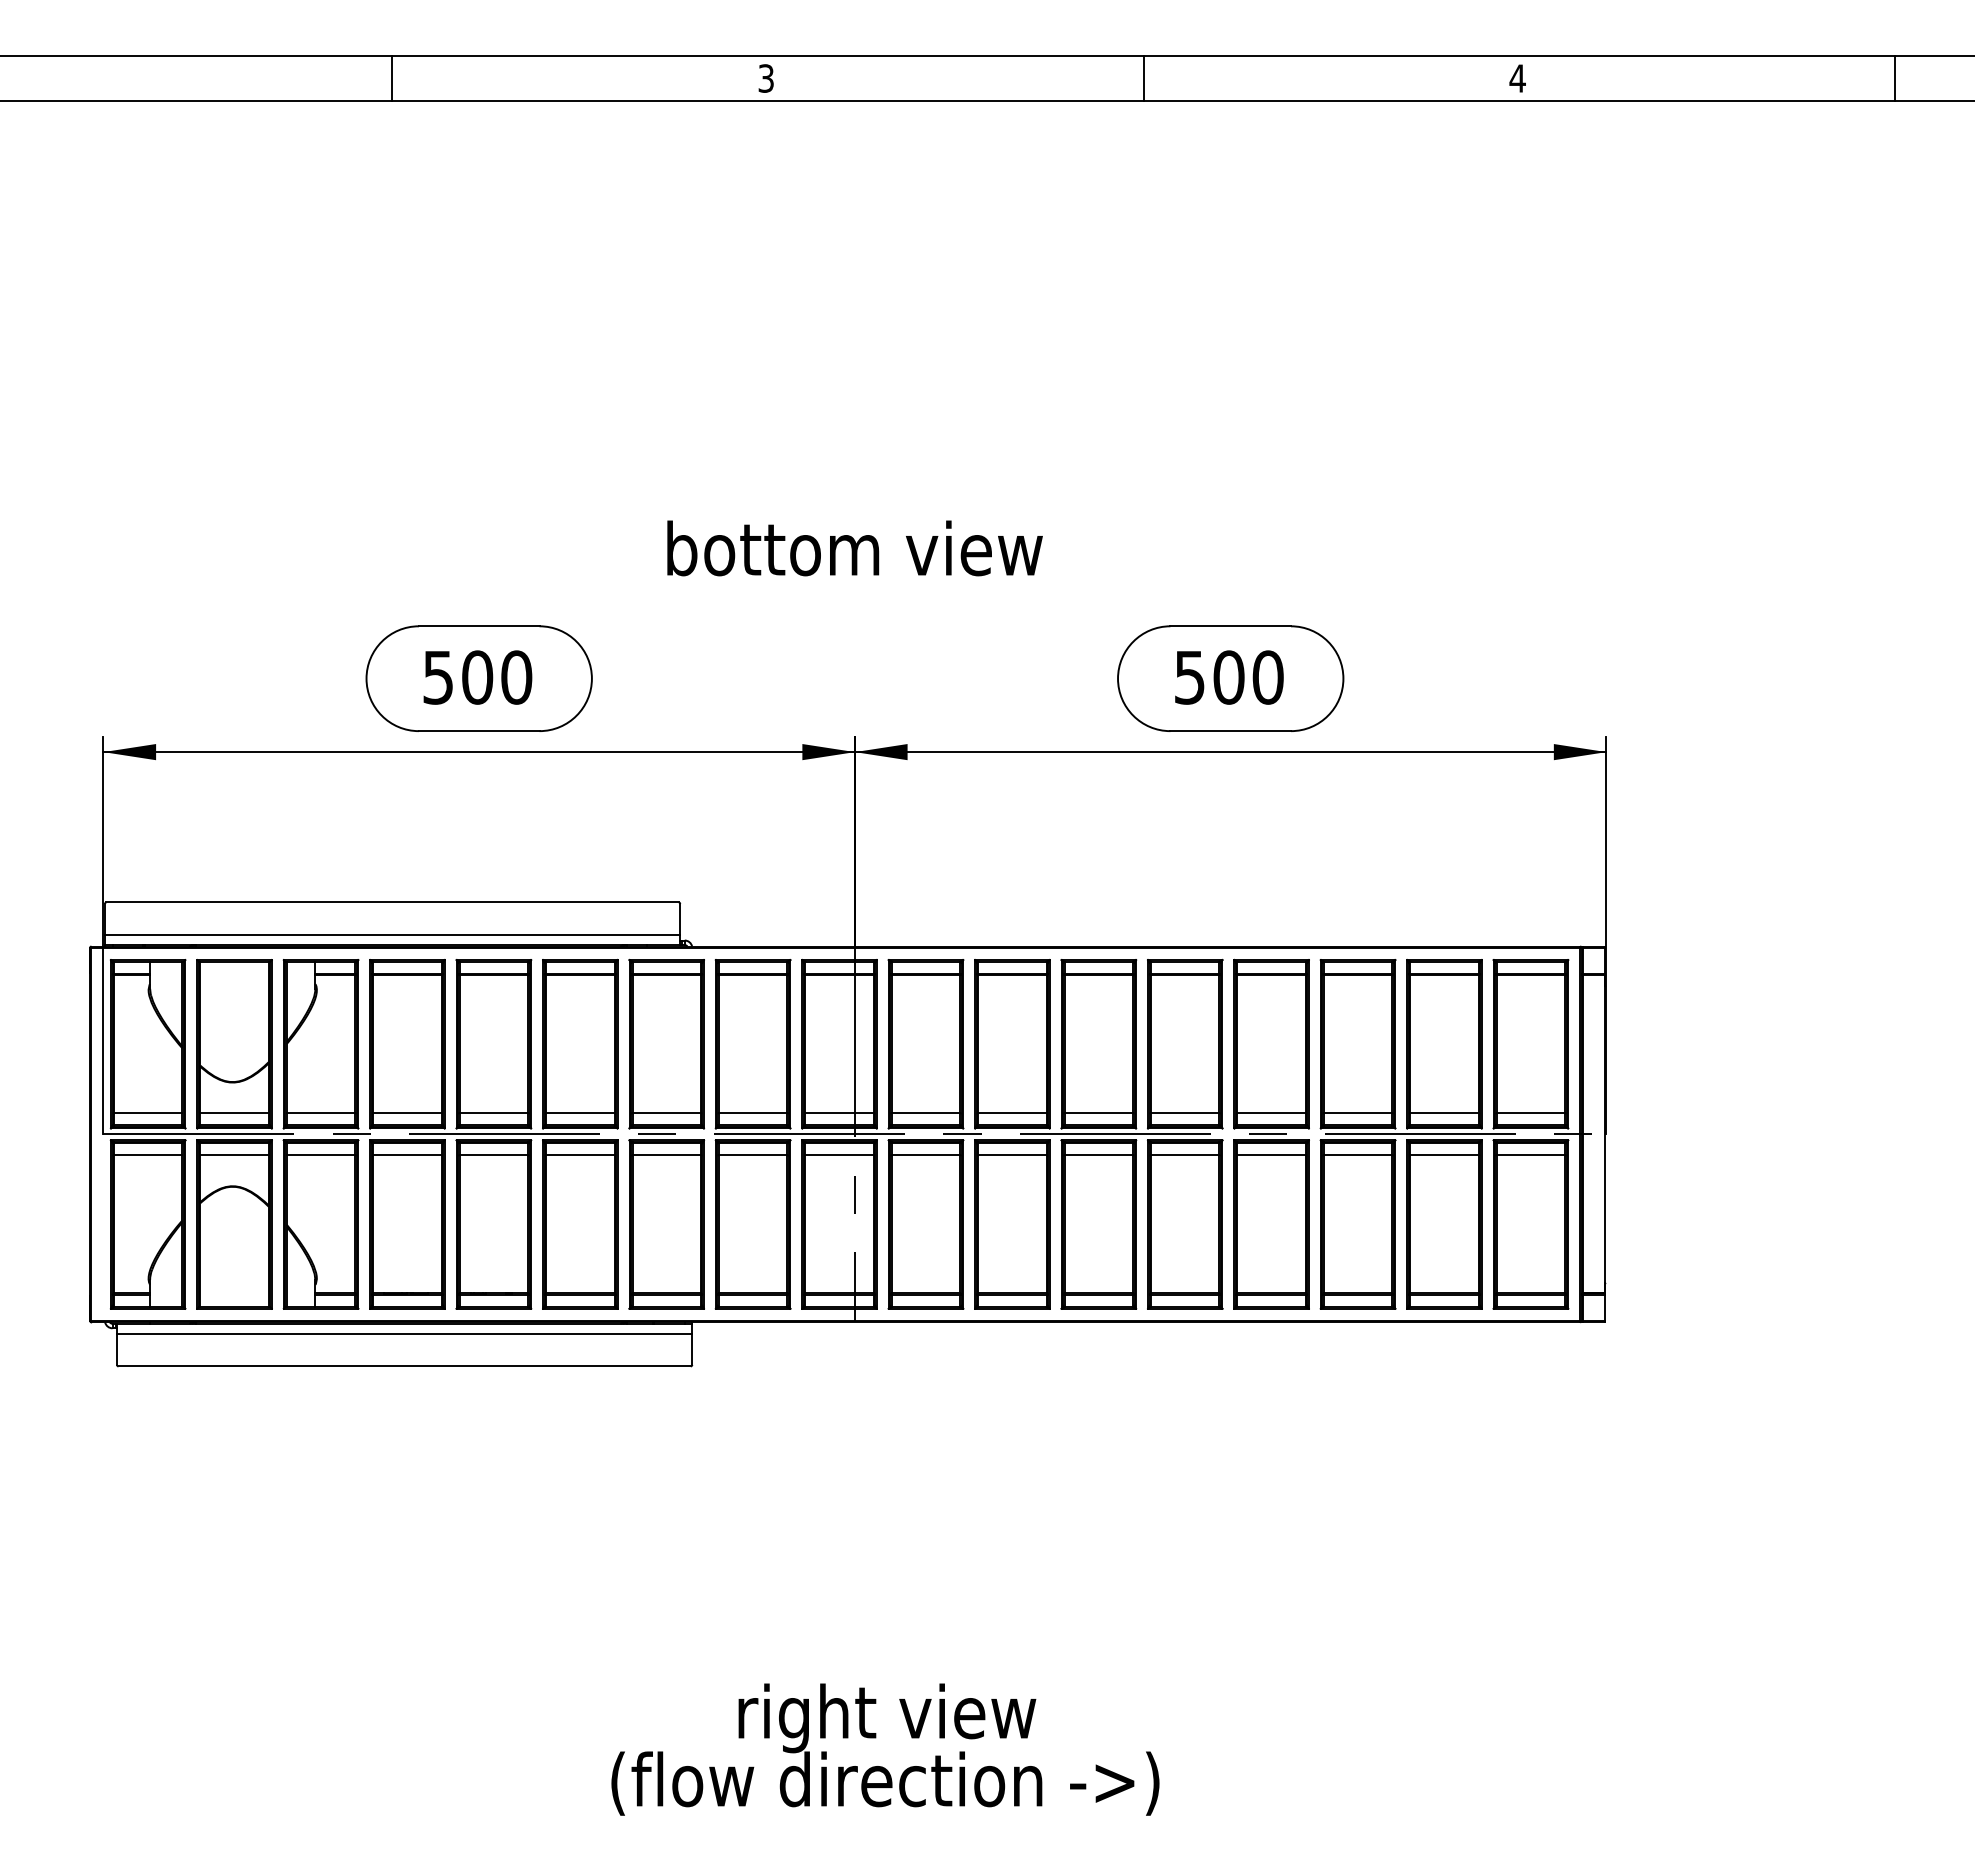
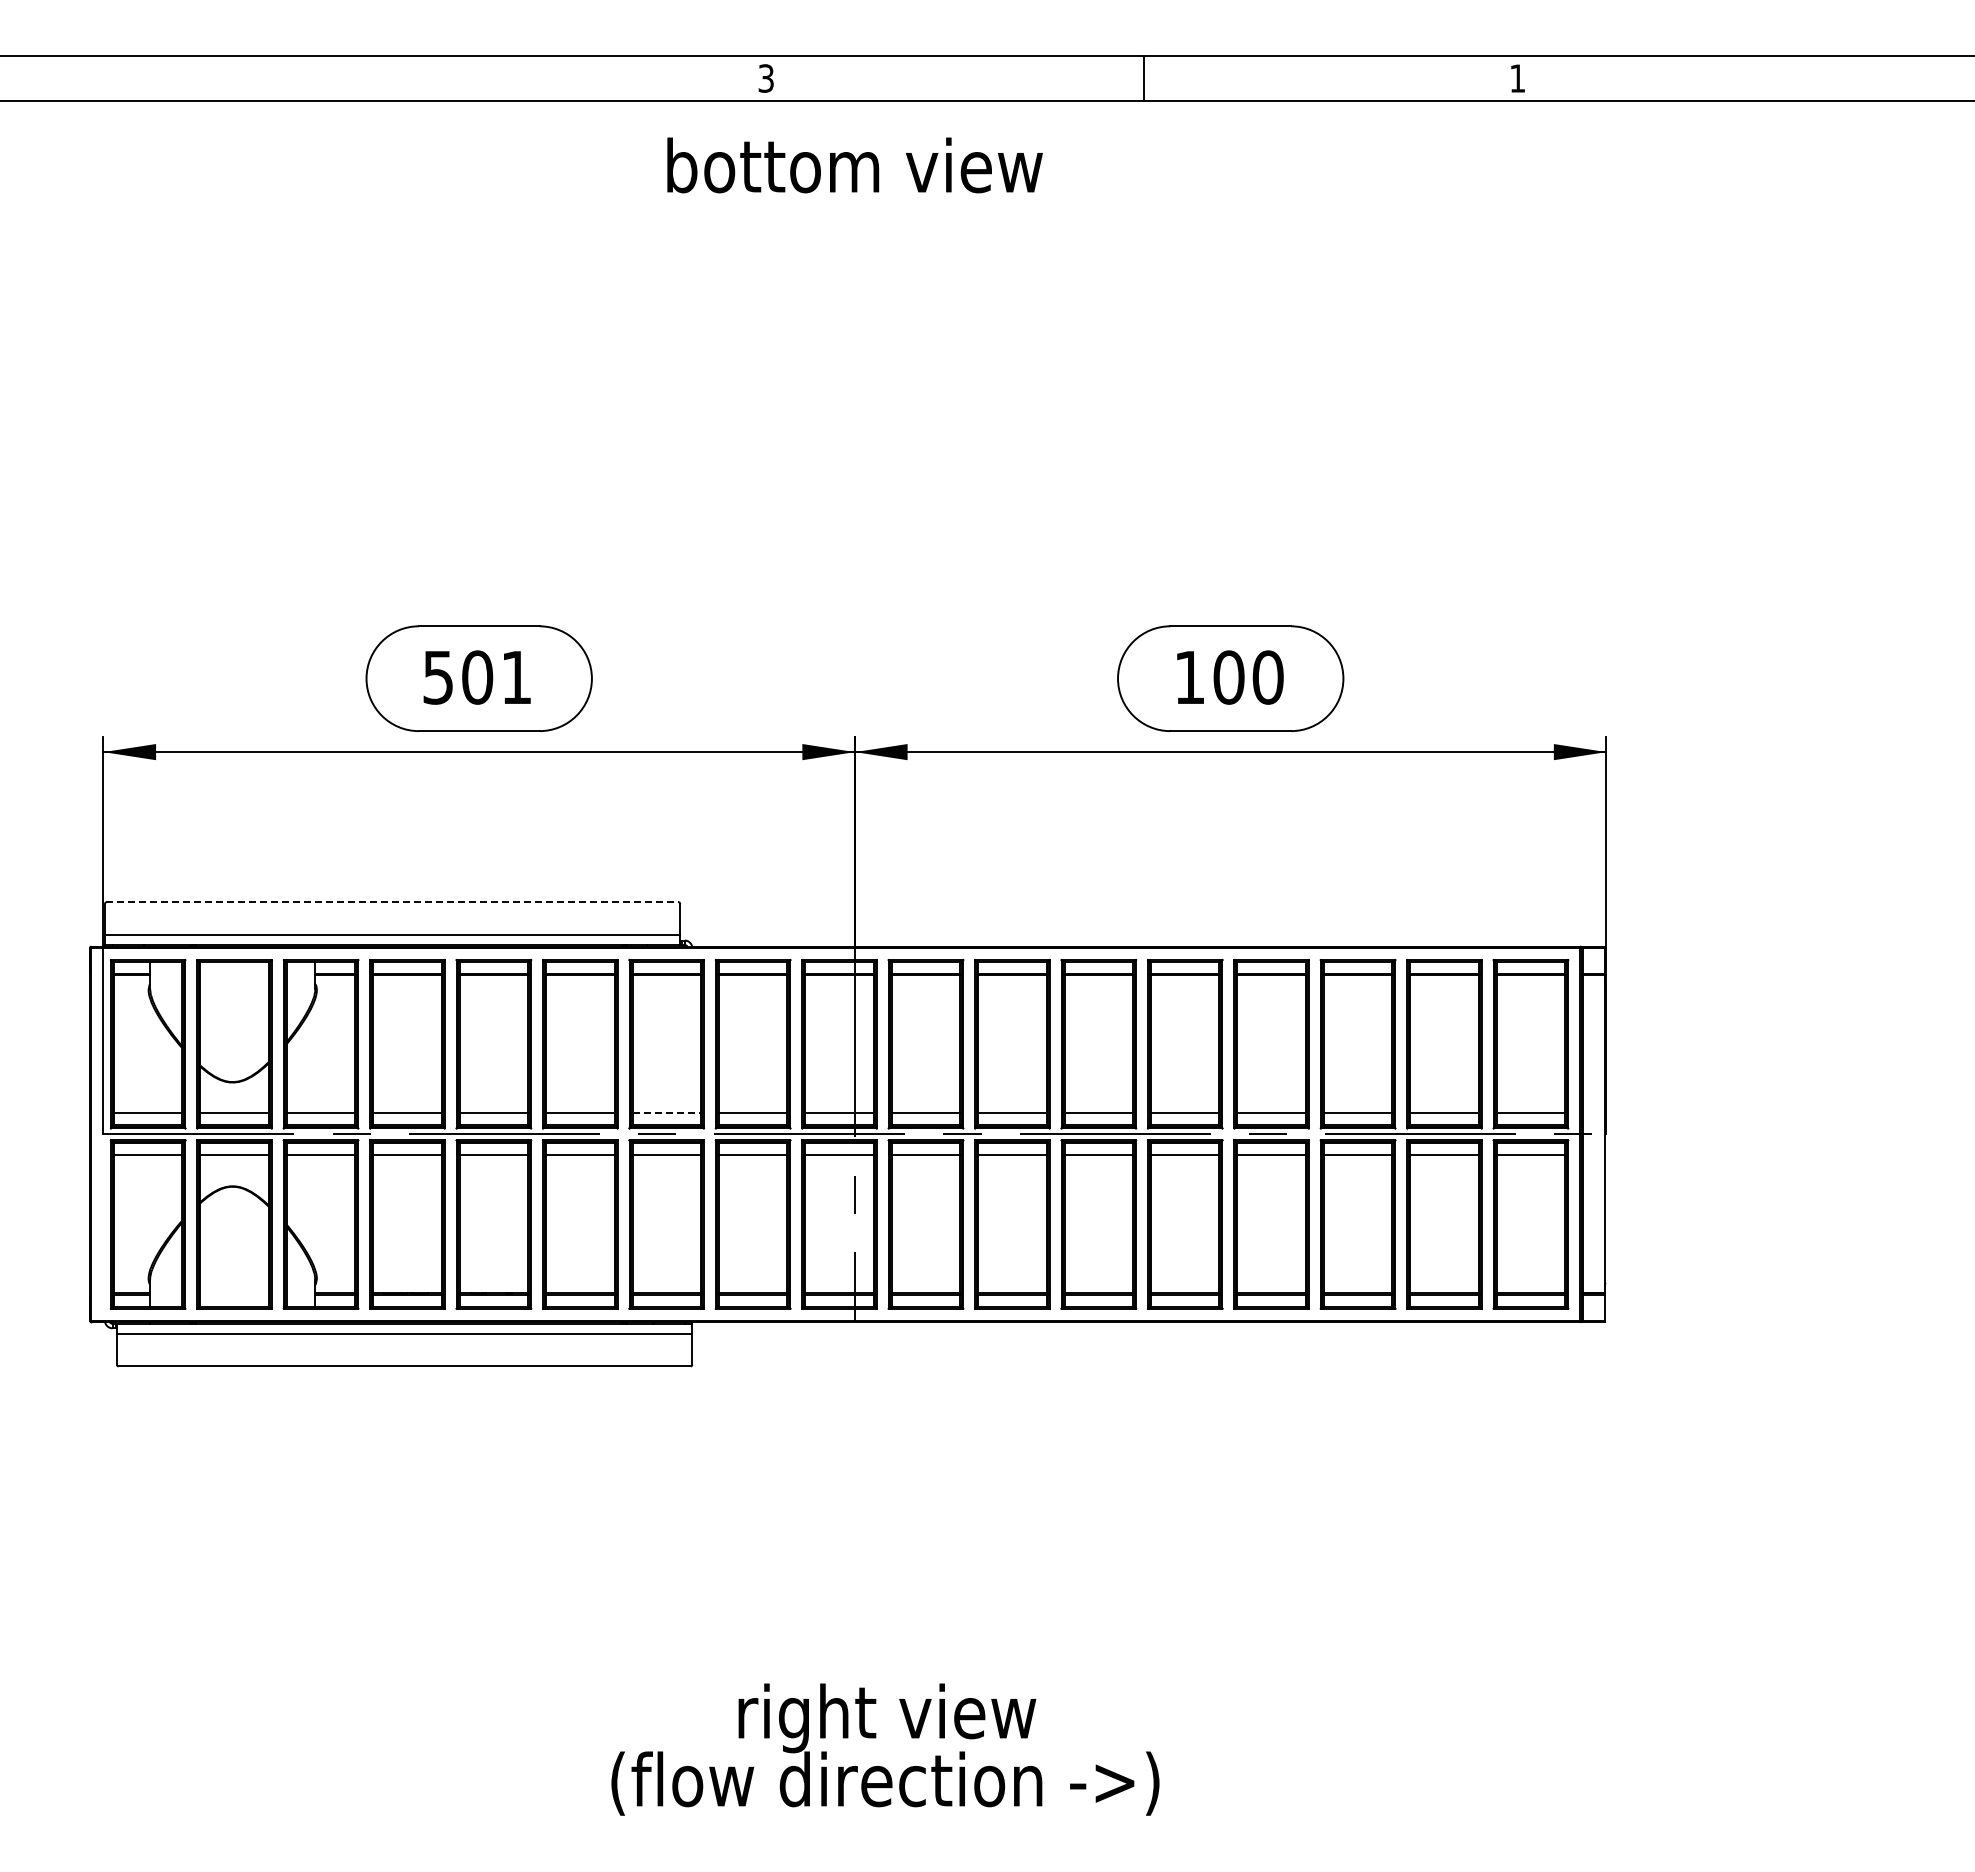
line at (392, 78): present -> none
text at (1517, 78): 4 -> 1
line at (1895, 78): present -> none
text at (854, 548) position: (854, 548) -> (854, 165)
text at (516, 677): 500 -> 501
text at (1189, 677): 500 -> 100
line at (393, 902): solid -> dashed
line at (667, 1113): solid -> dashed
